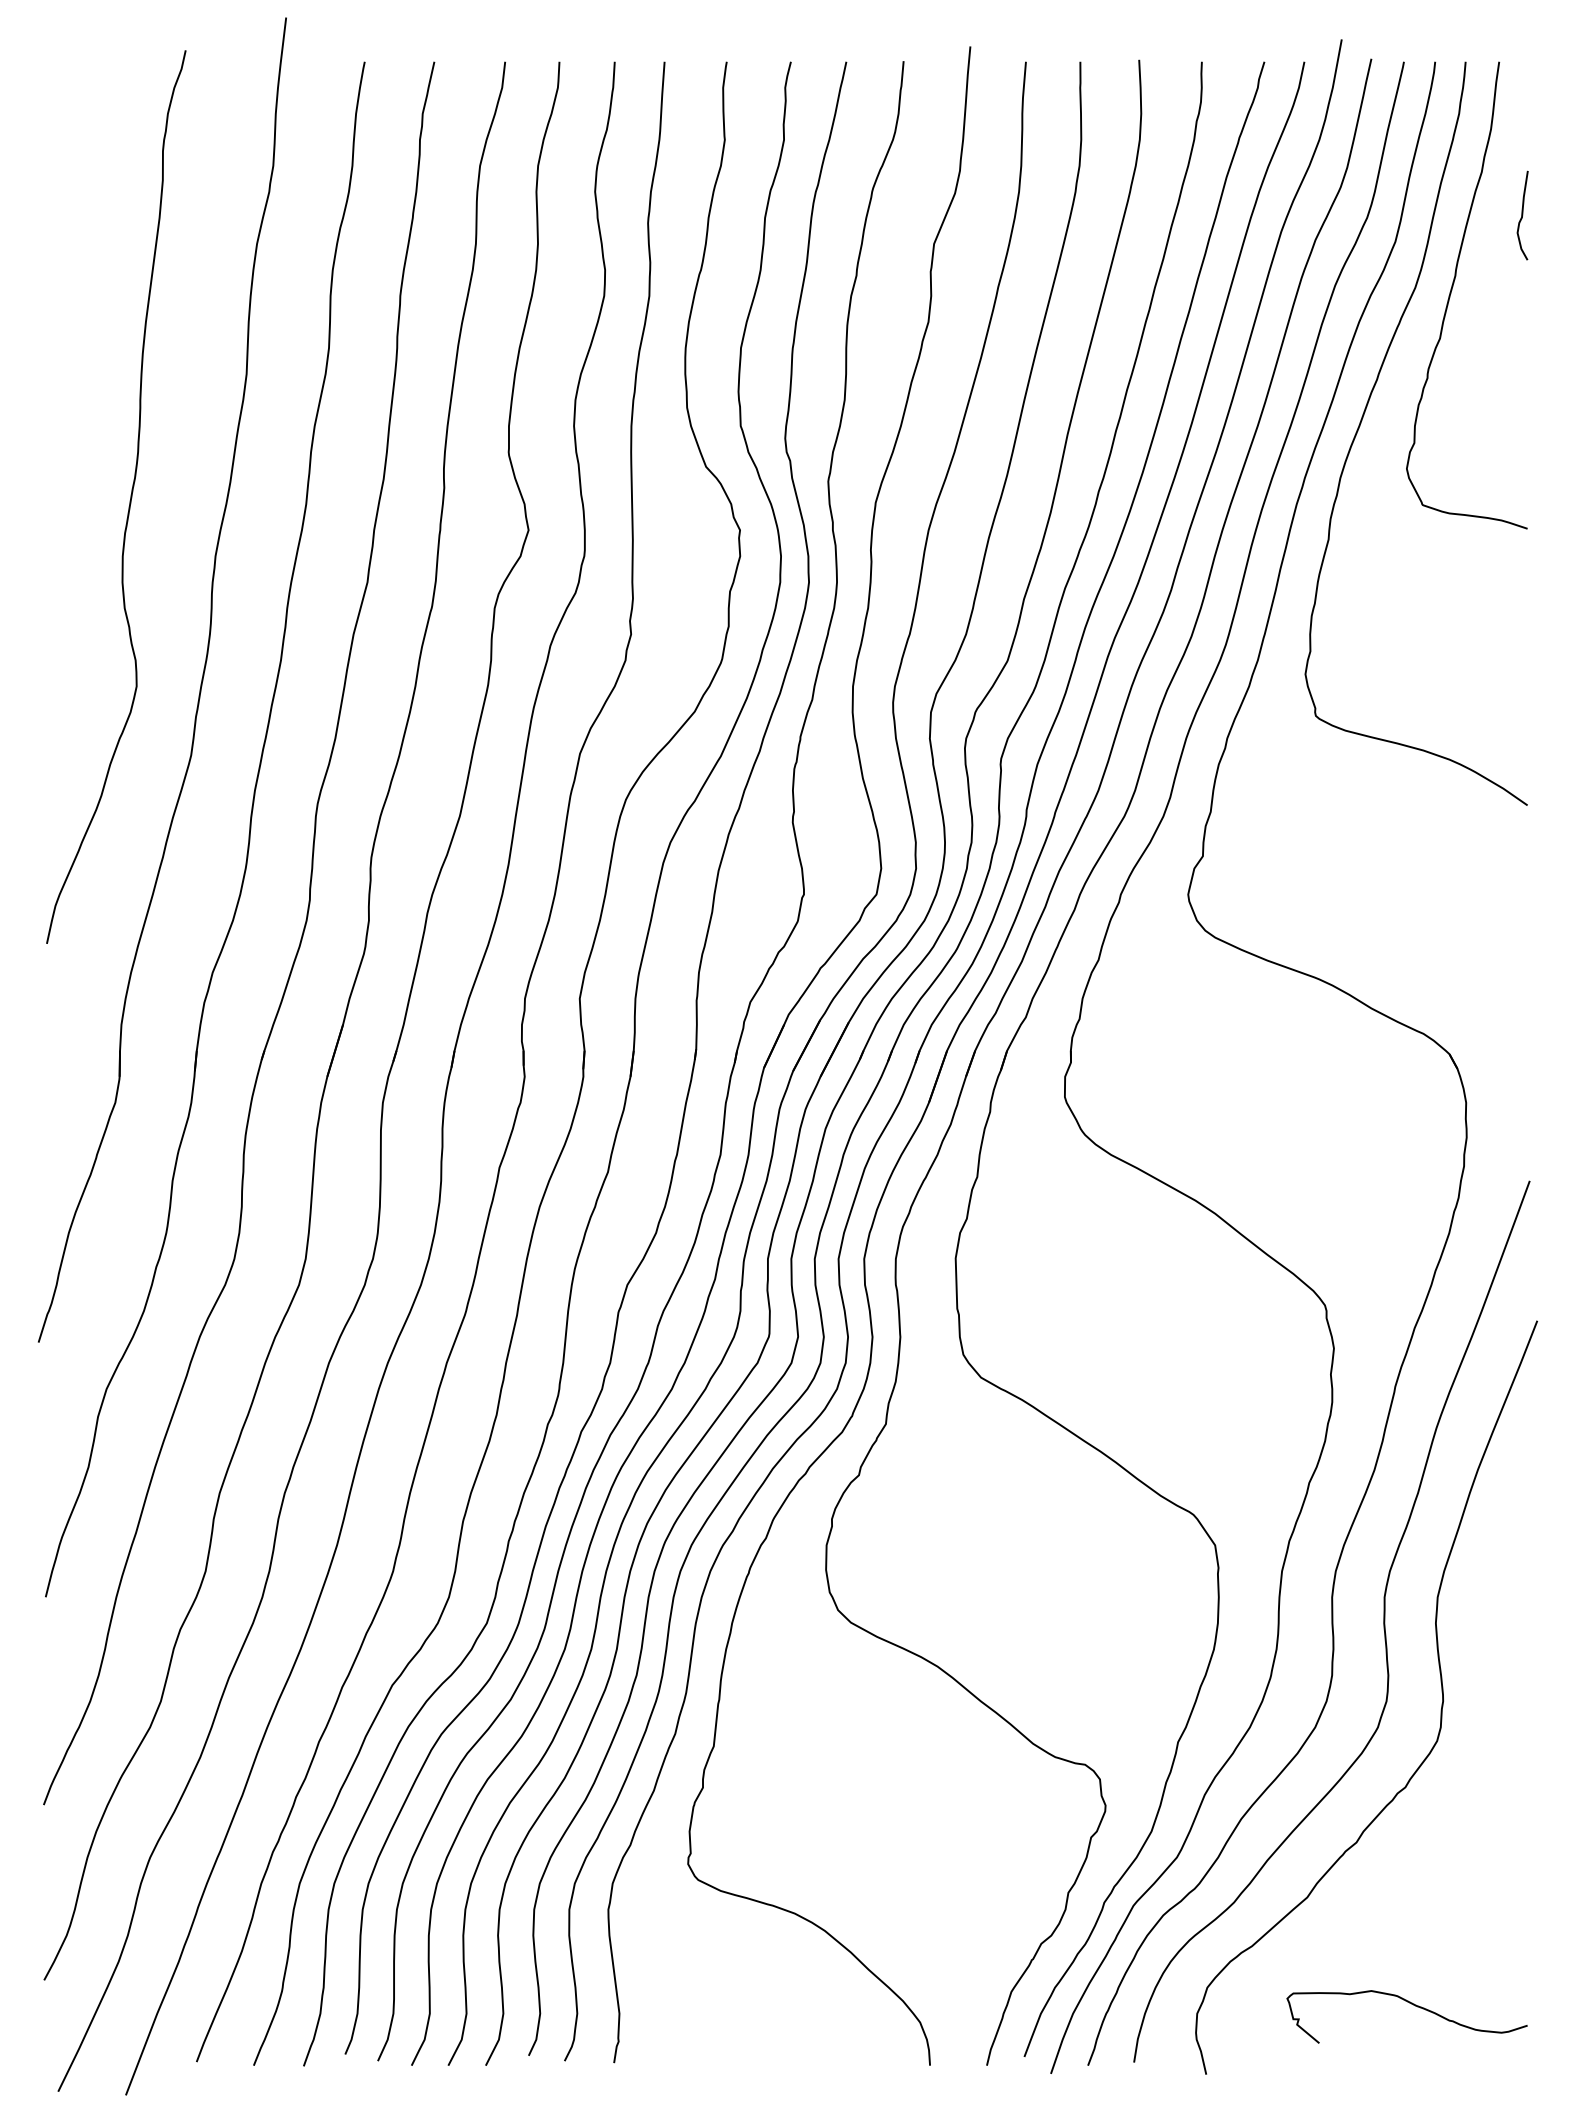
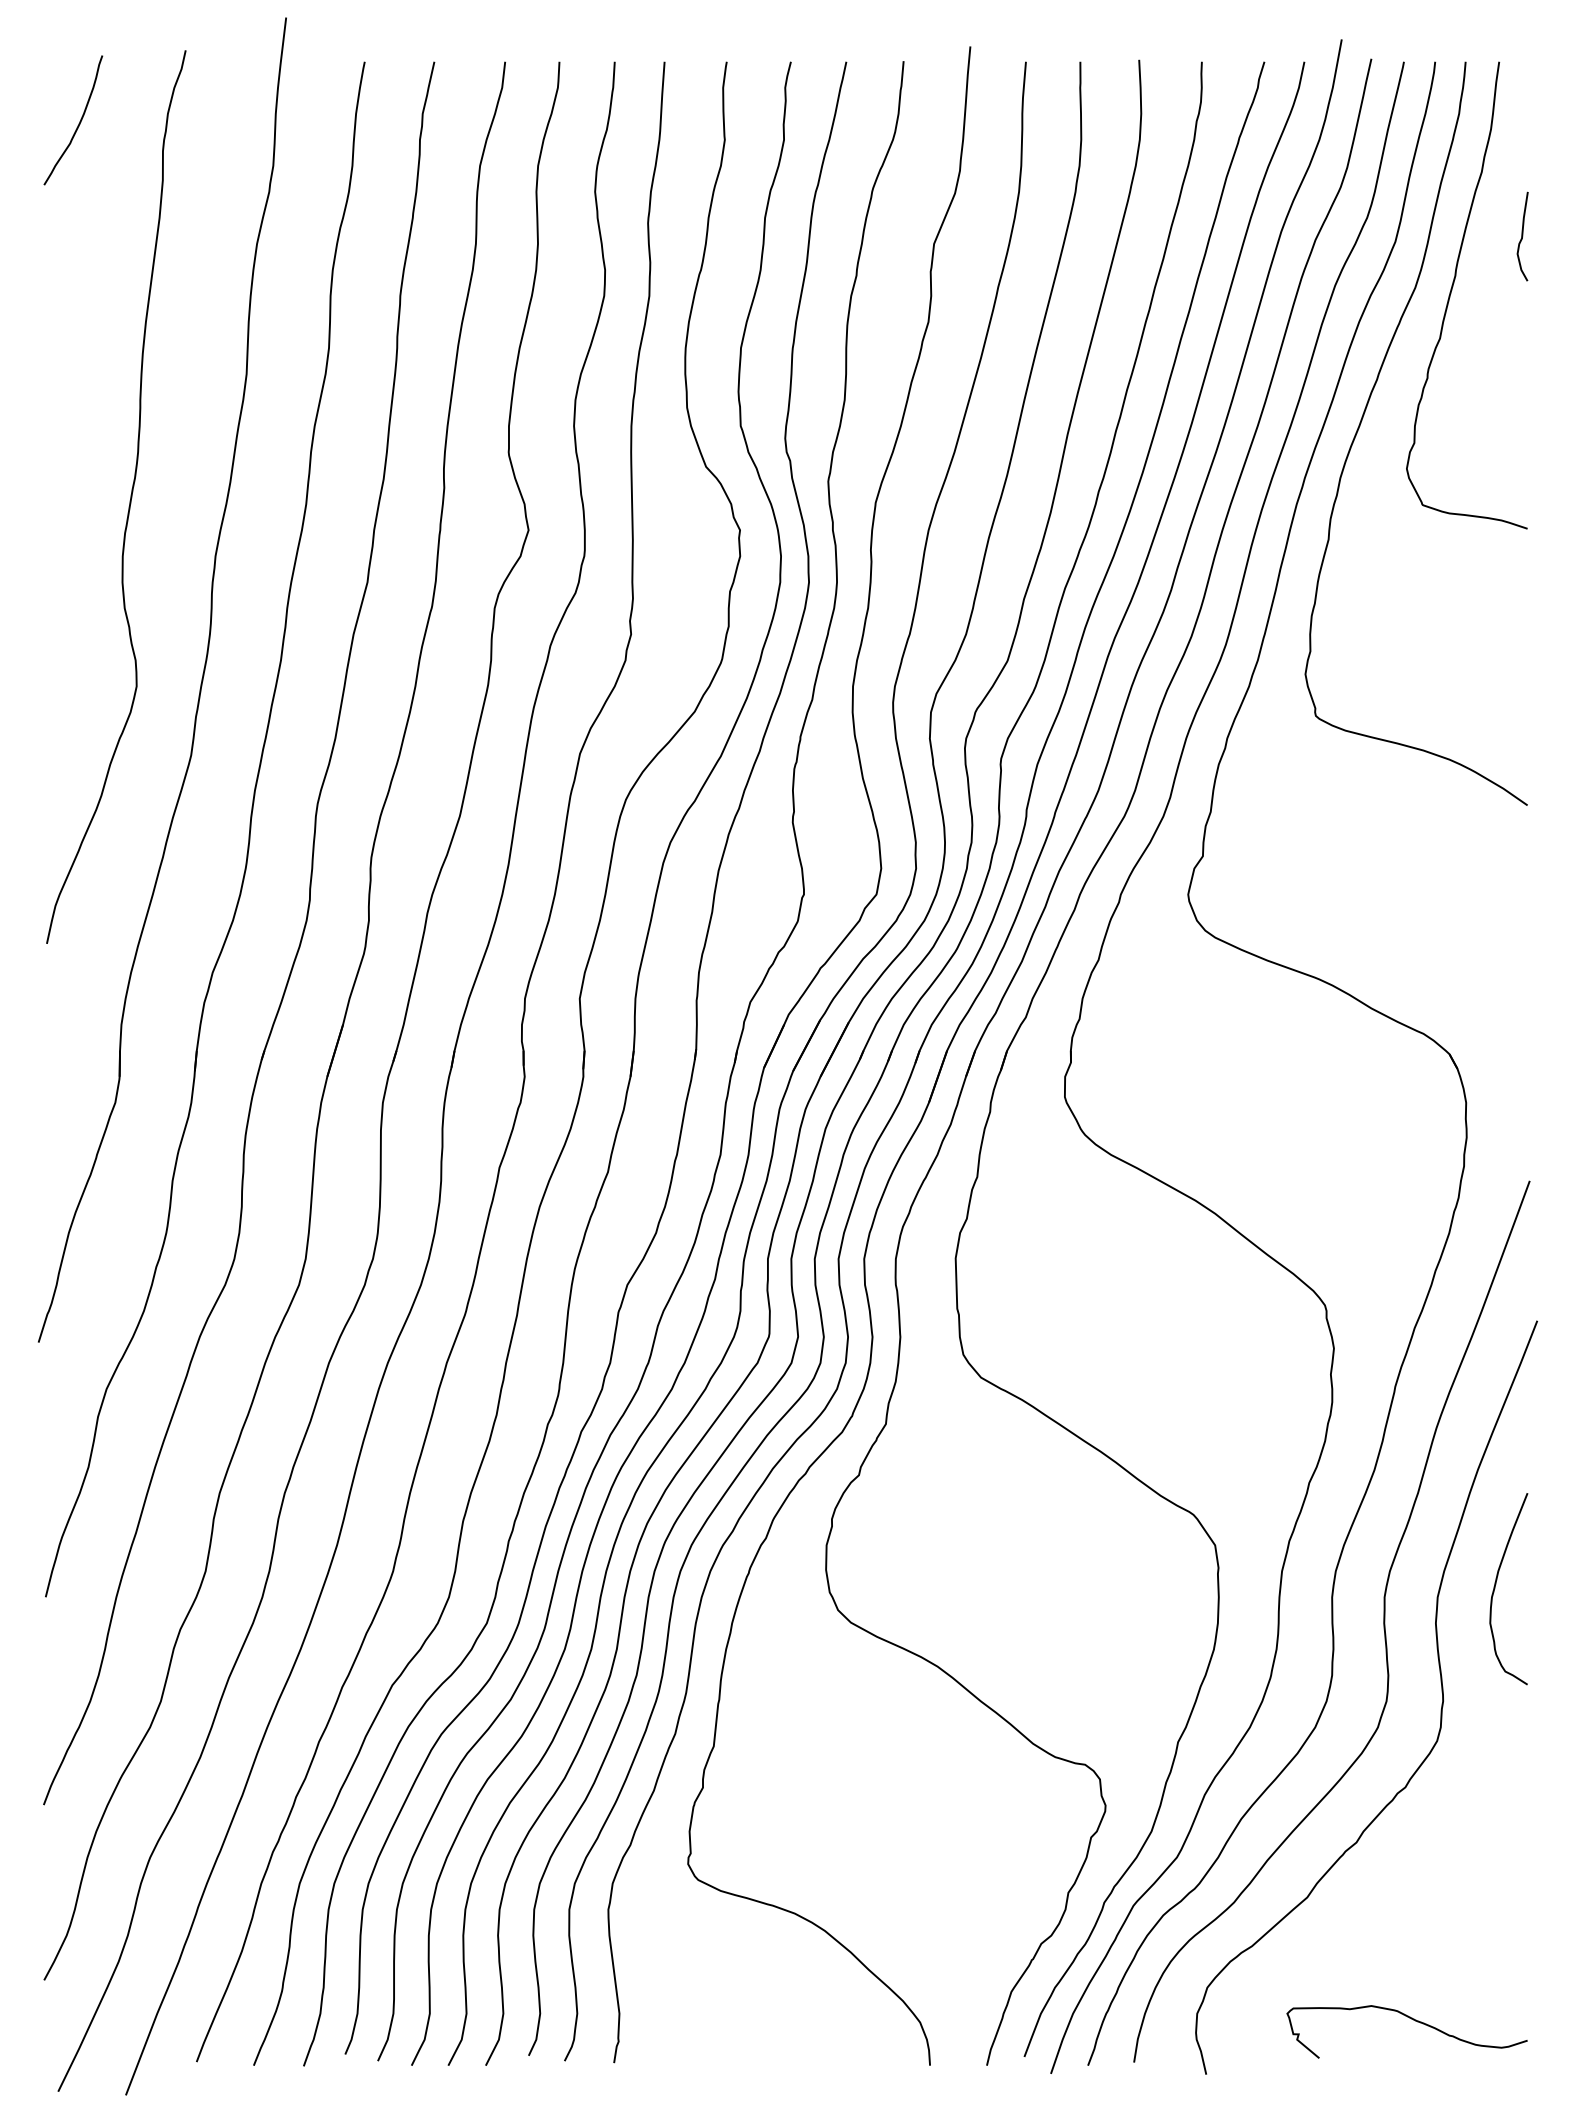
curve at (78, 123): none -> present
curve at (1522, 215) position: (1522, 215) -> (1522, 236)
curve at (1496, 1584): none -> present
curve at (1411, 2004) position: (1411, 2004) -> (1411, 2019)
